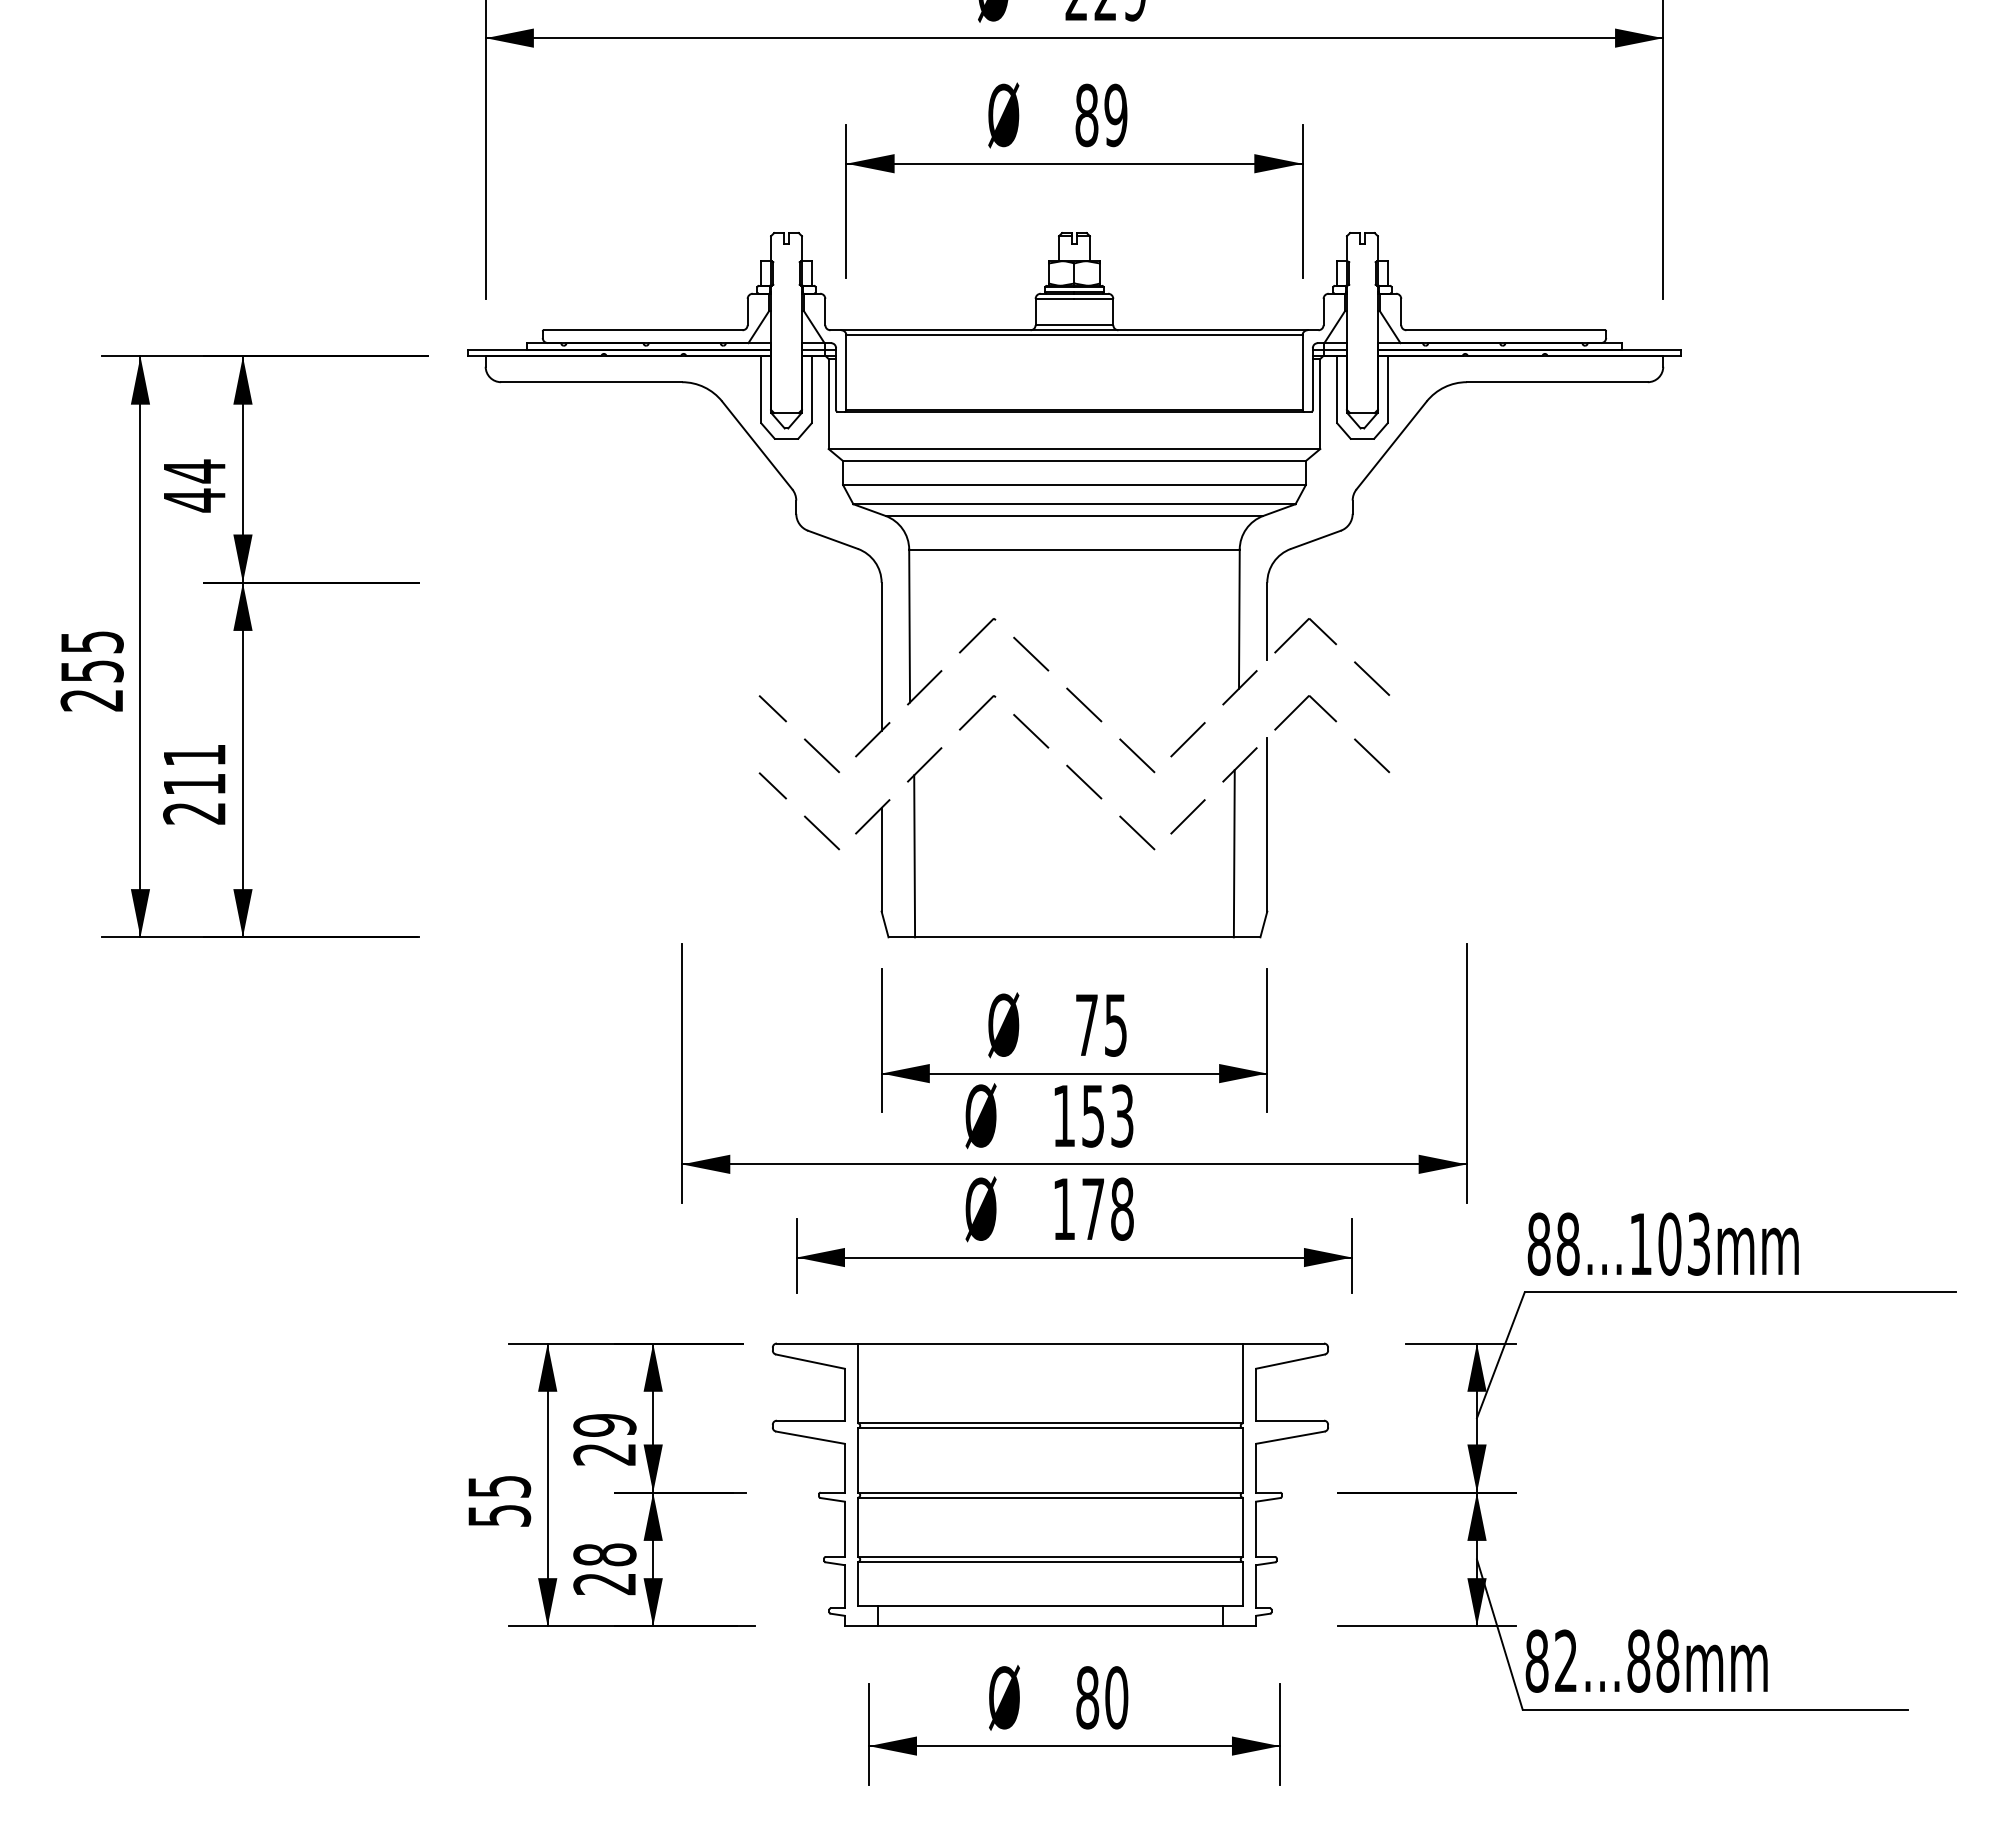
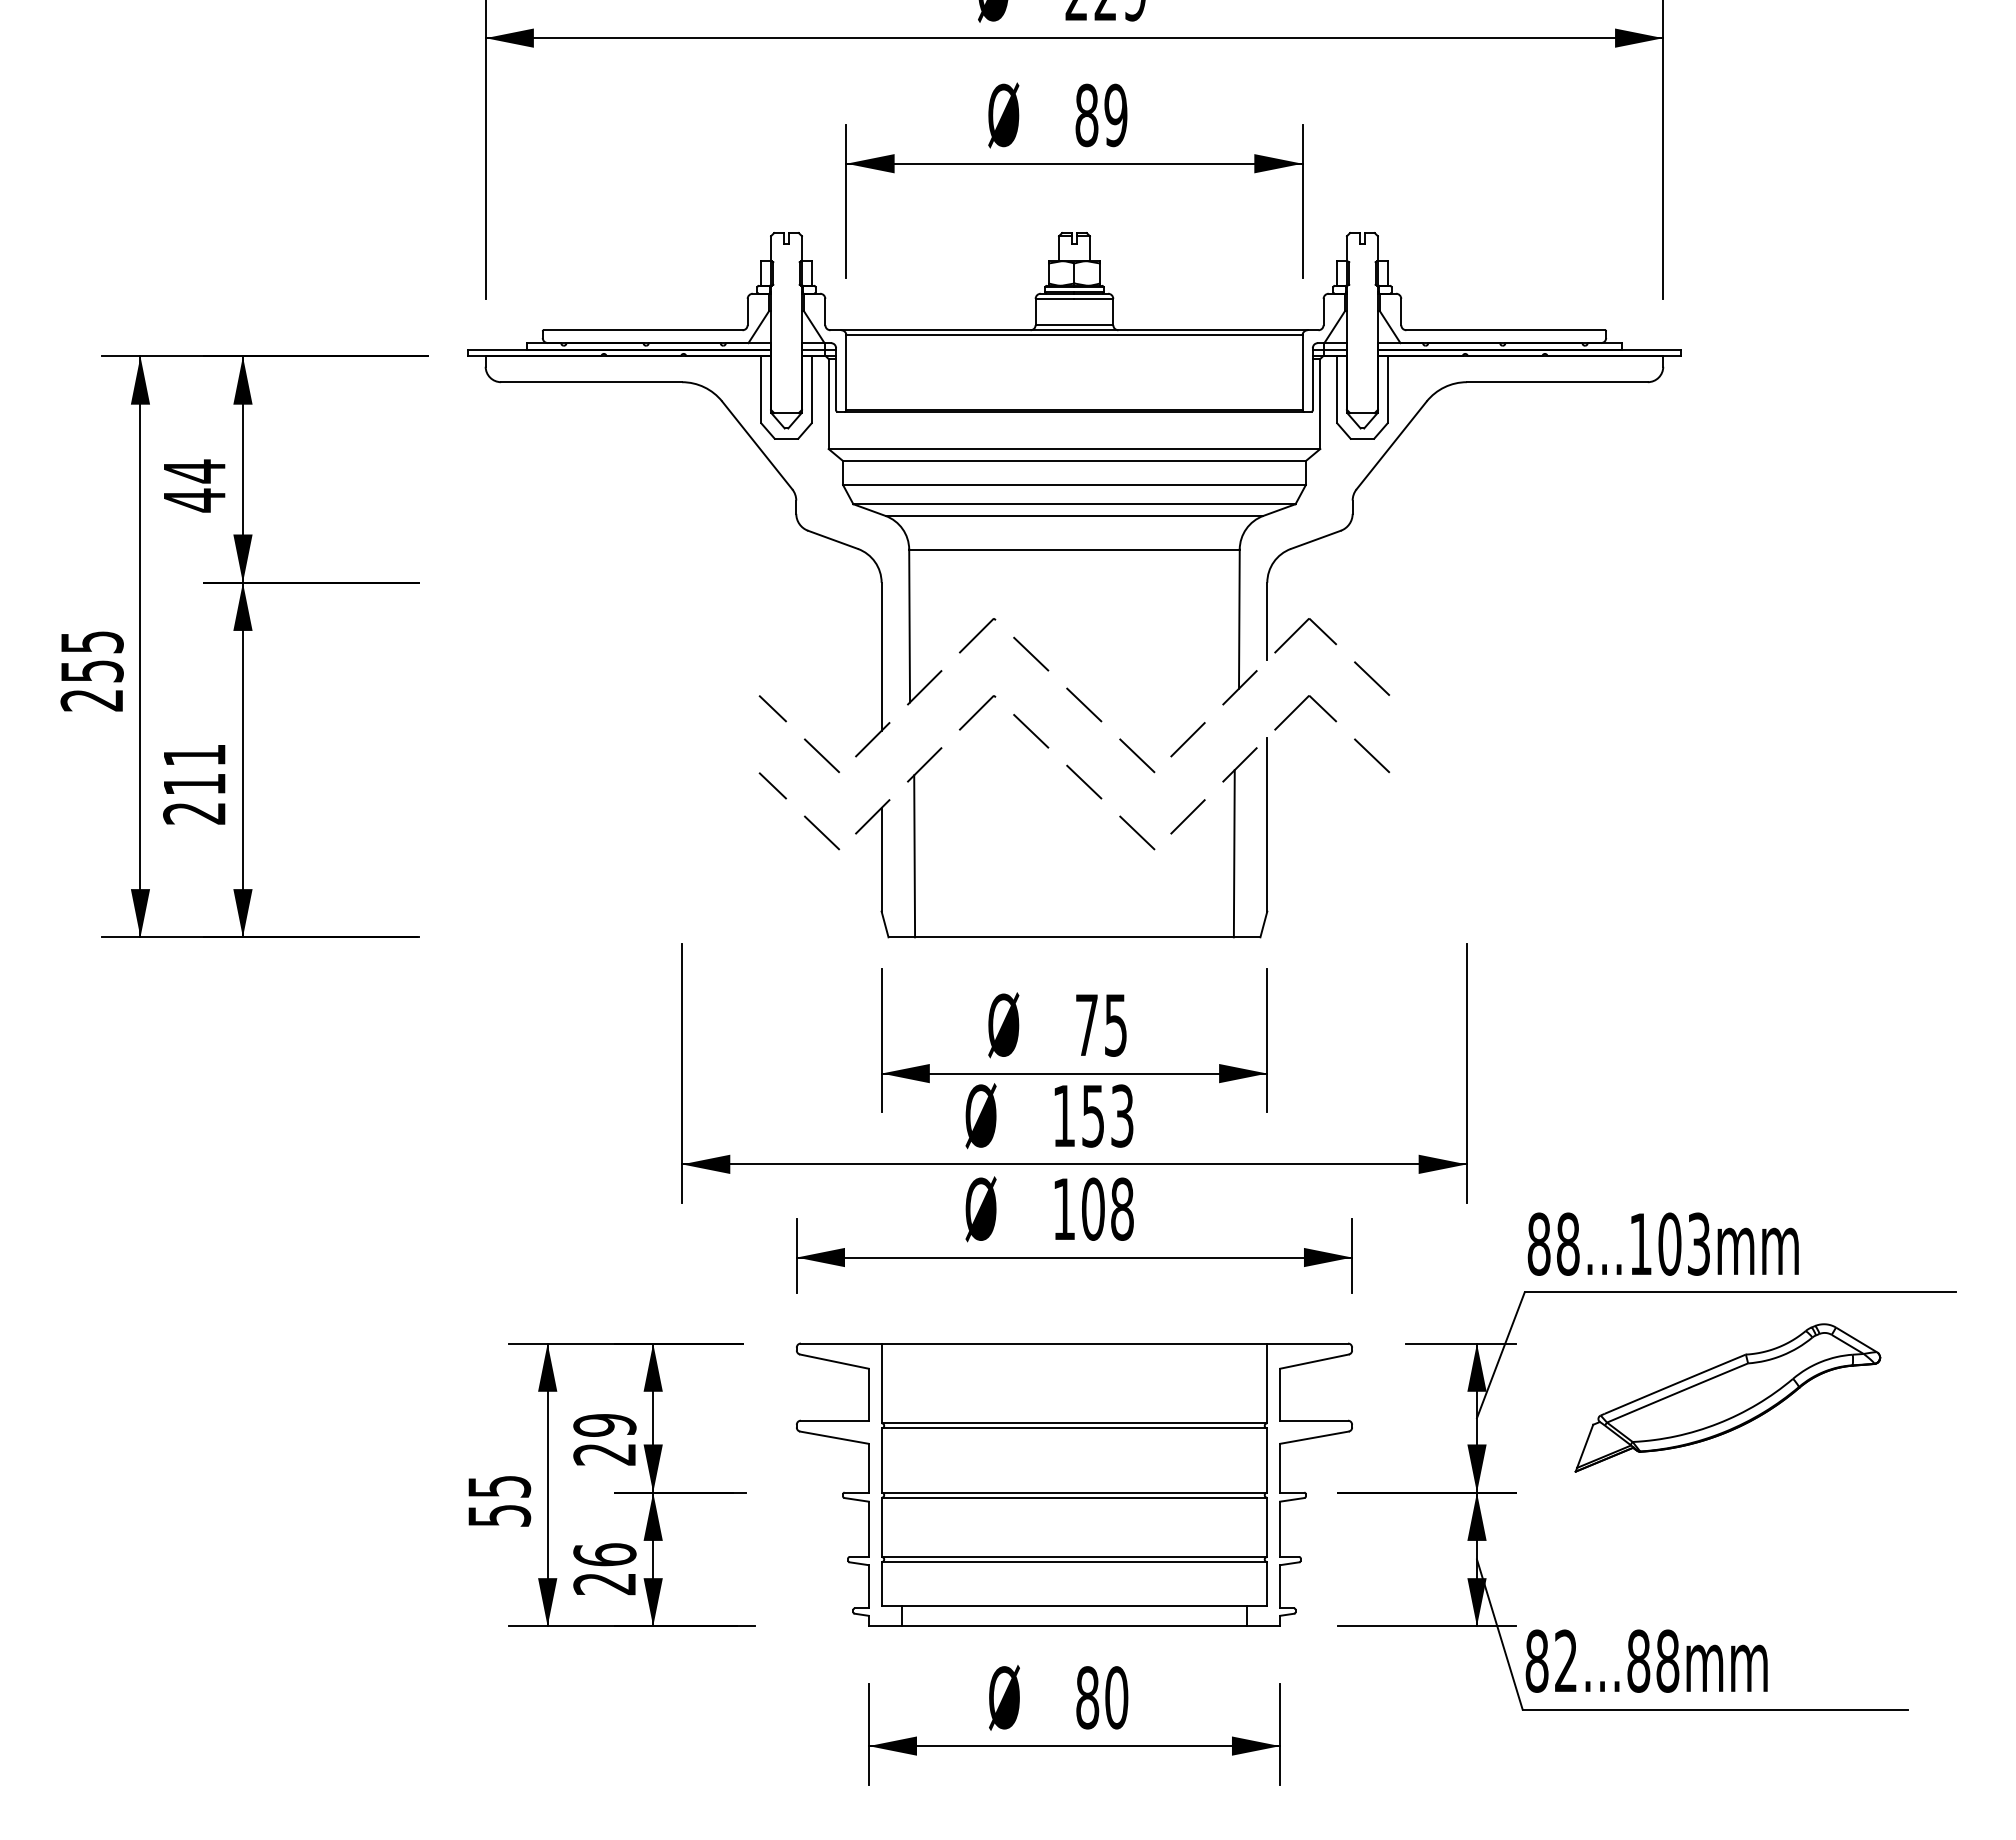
text at (1093, 1208): 178 -> 108
part at (1727, 1397): none -> present
part at (1050, 1484) position: (1050, 1484) -> (1074, 1484)
text at (604, 1554): 28 -> 26
